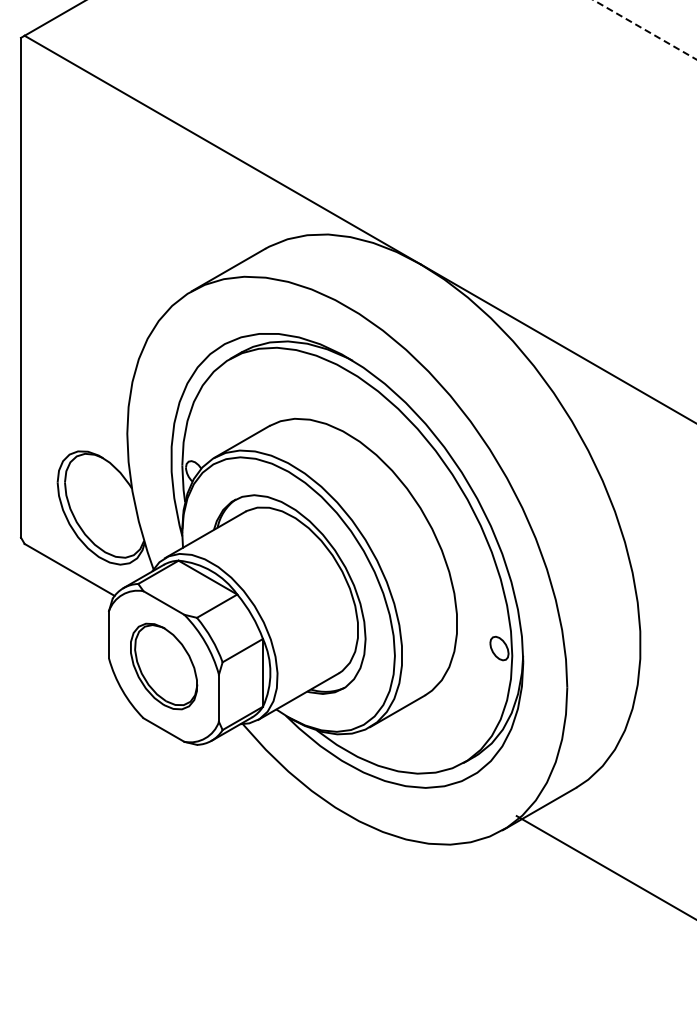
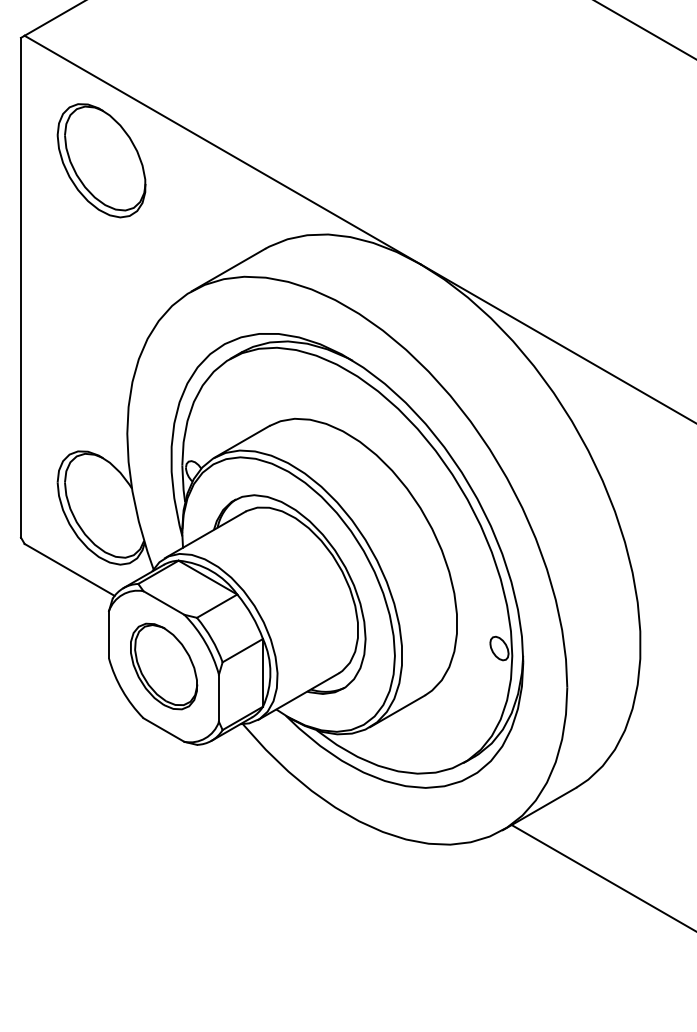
line at (645, 30): dashed -> solid
part at (101, 160): none -> present
line at (604, 867) position: (604, 867) -> (602, 877)
